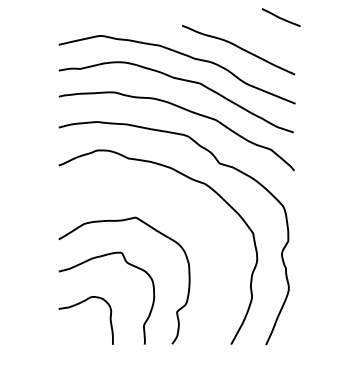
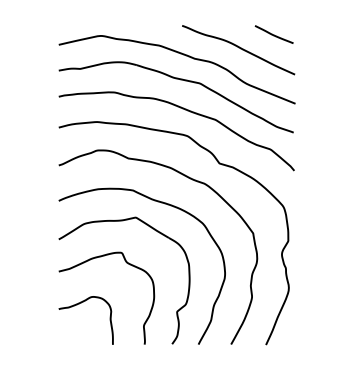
line at (280, 17) position: (280, 17) -> (273, 34)
curve at (157, 202): none -> present
